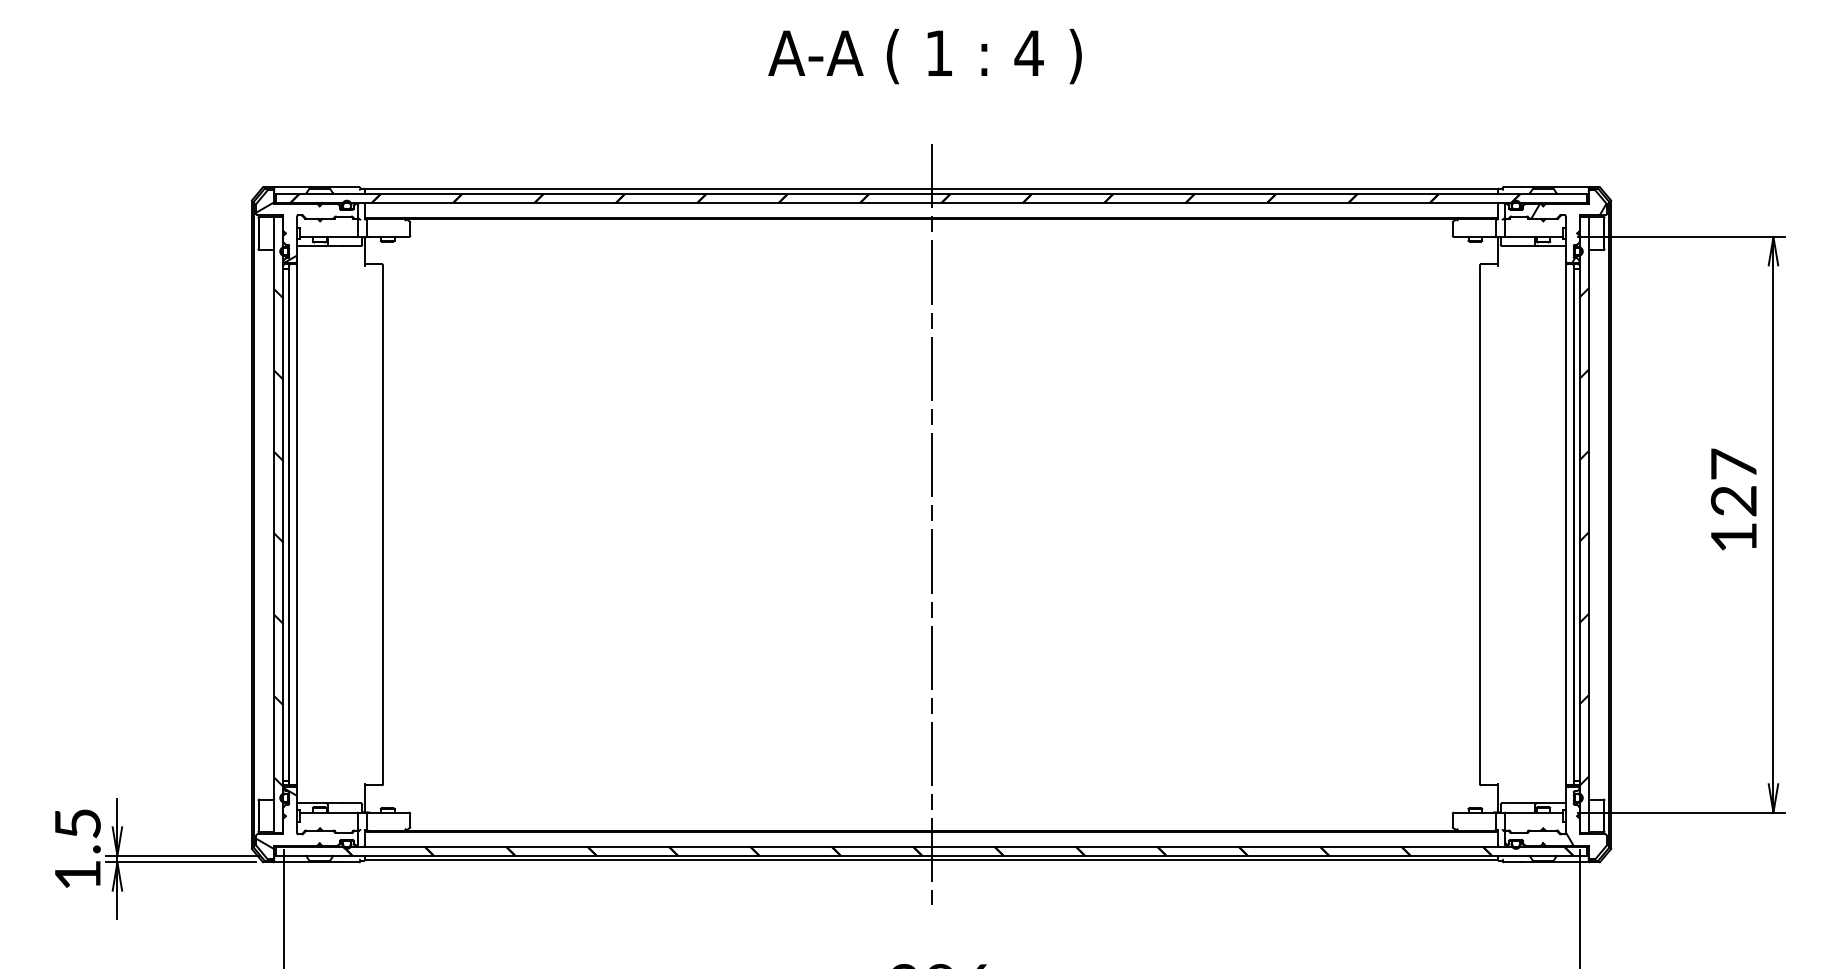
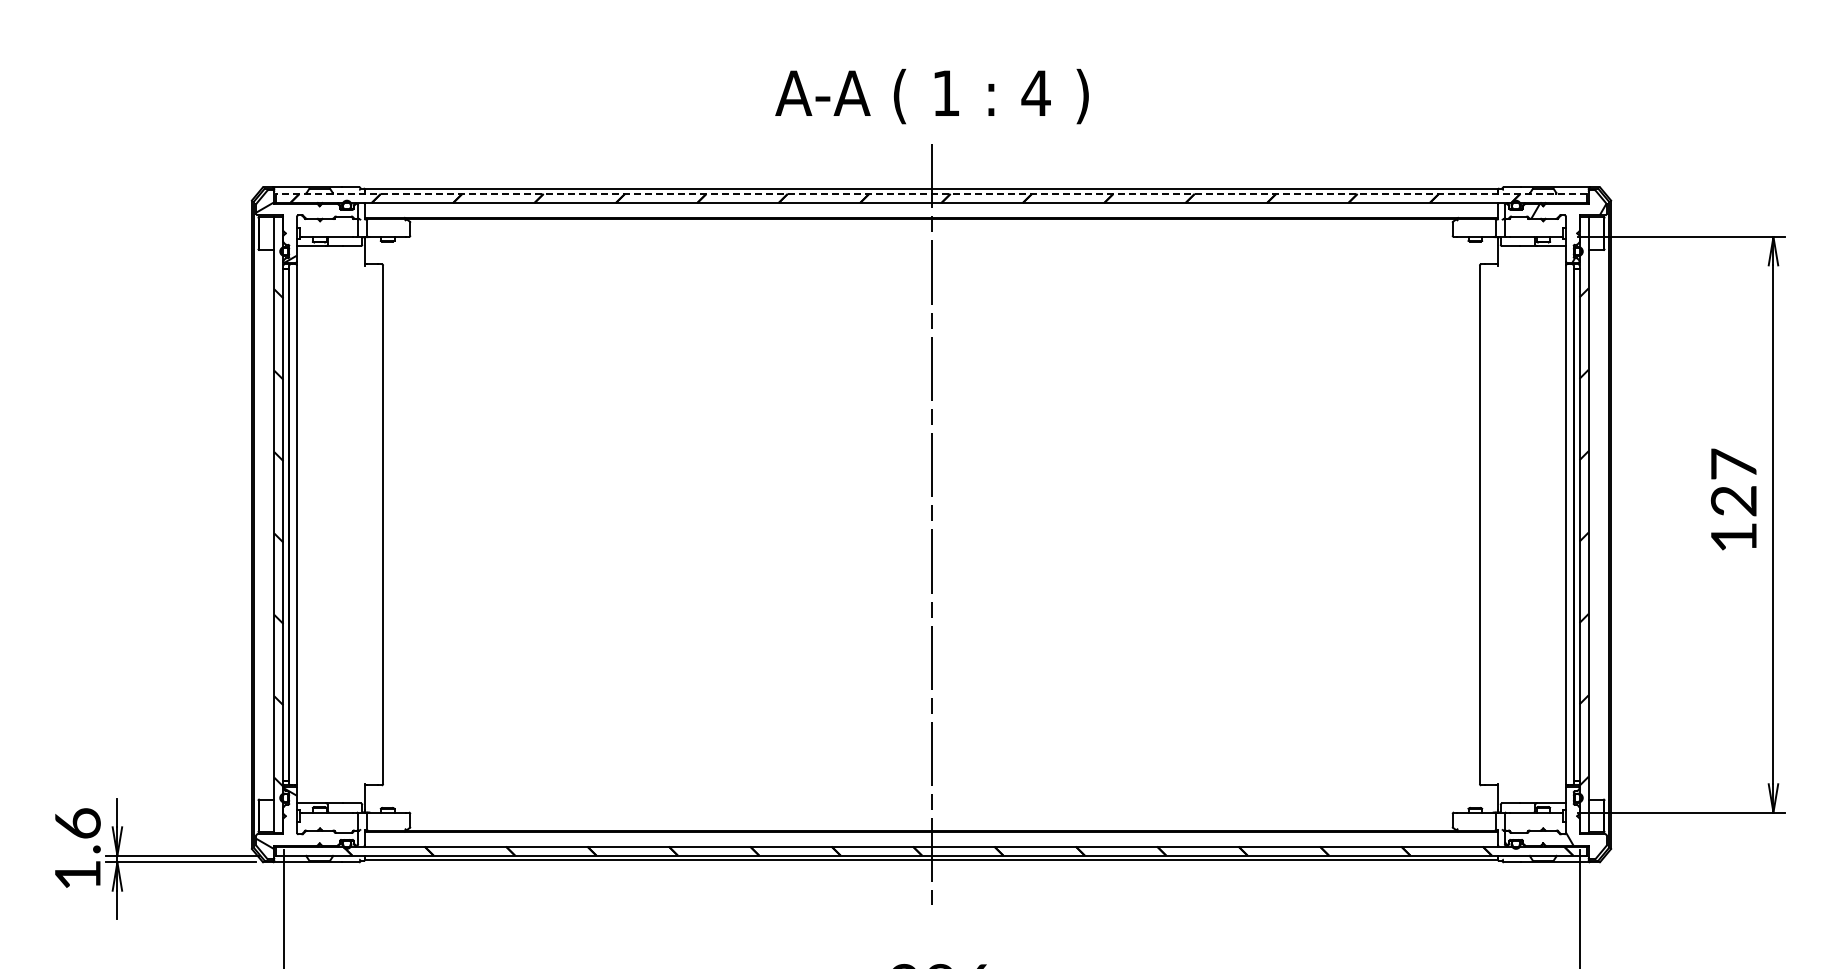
text at (924, 56) position: (924, 56) -> (931, 96)
line at (931, 193): solid -> dashed
text at (77, 823): 1.5 -> 1.6
